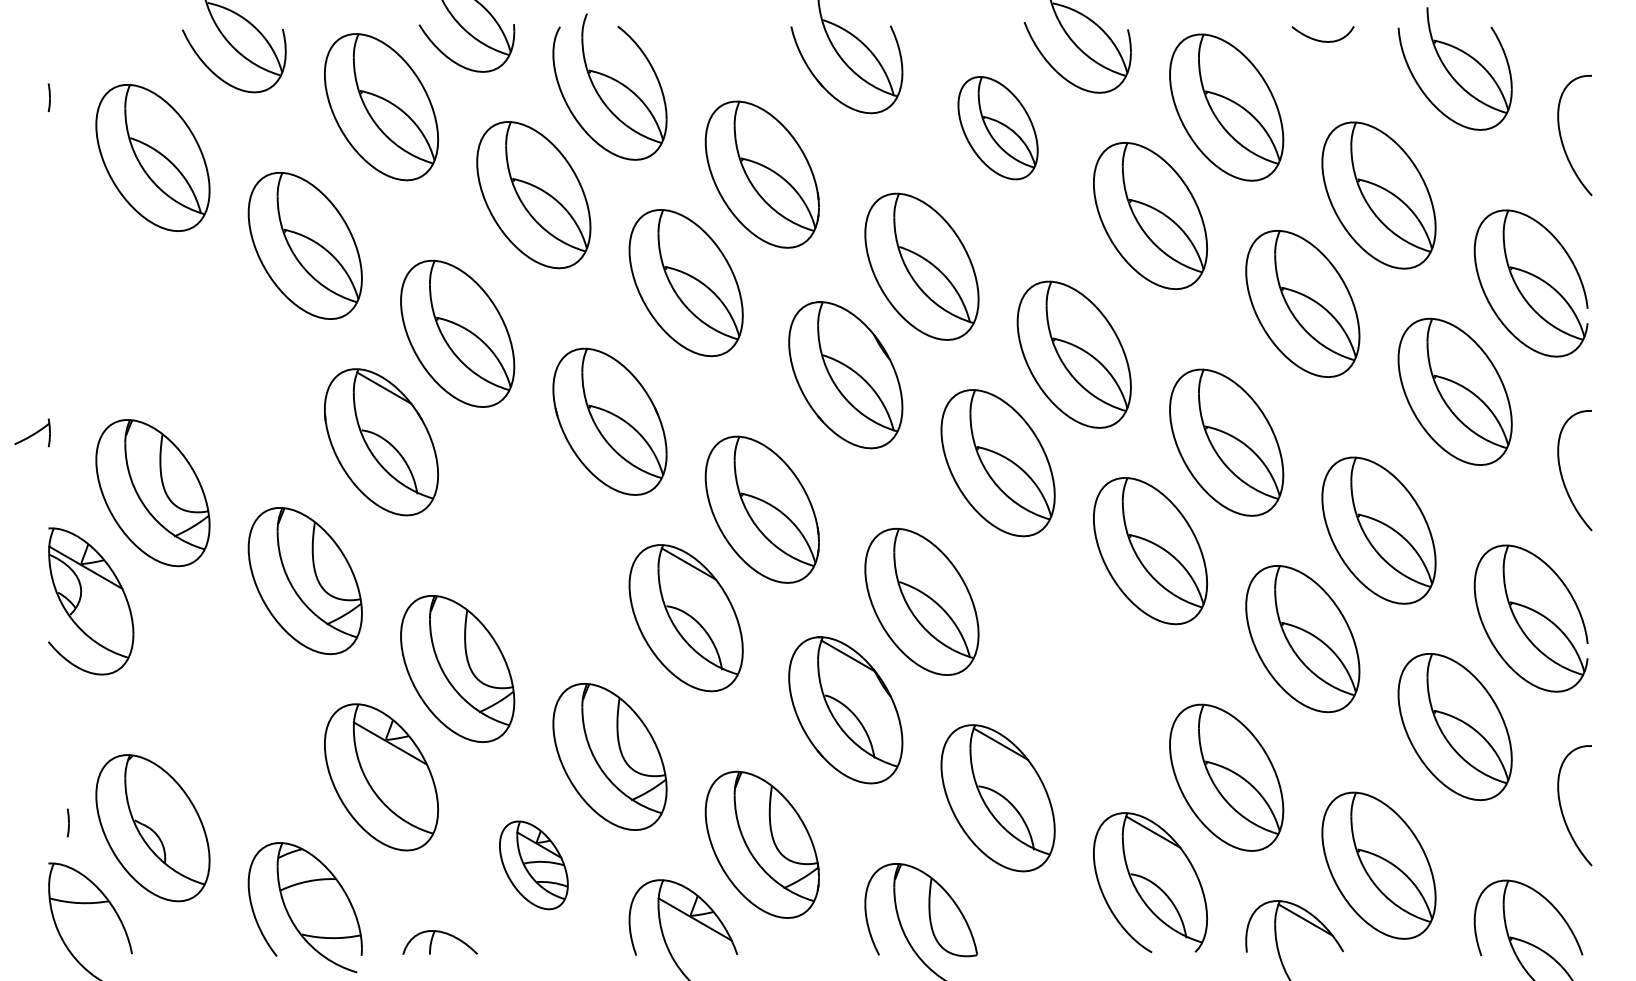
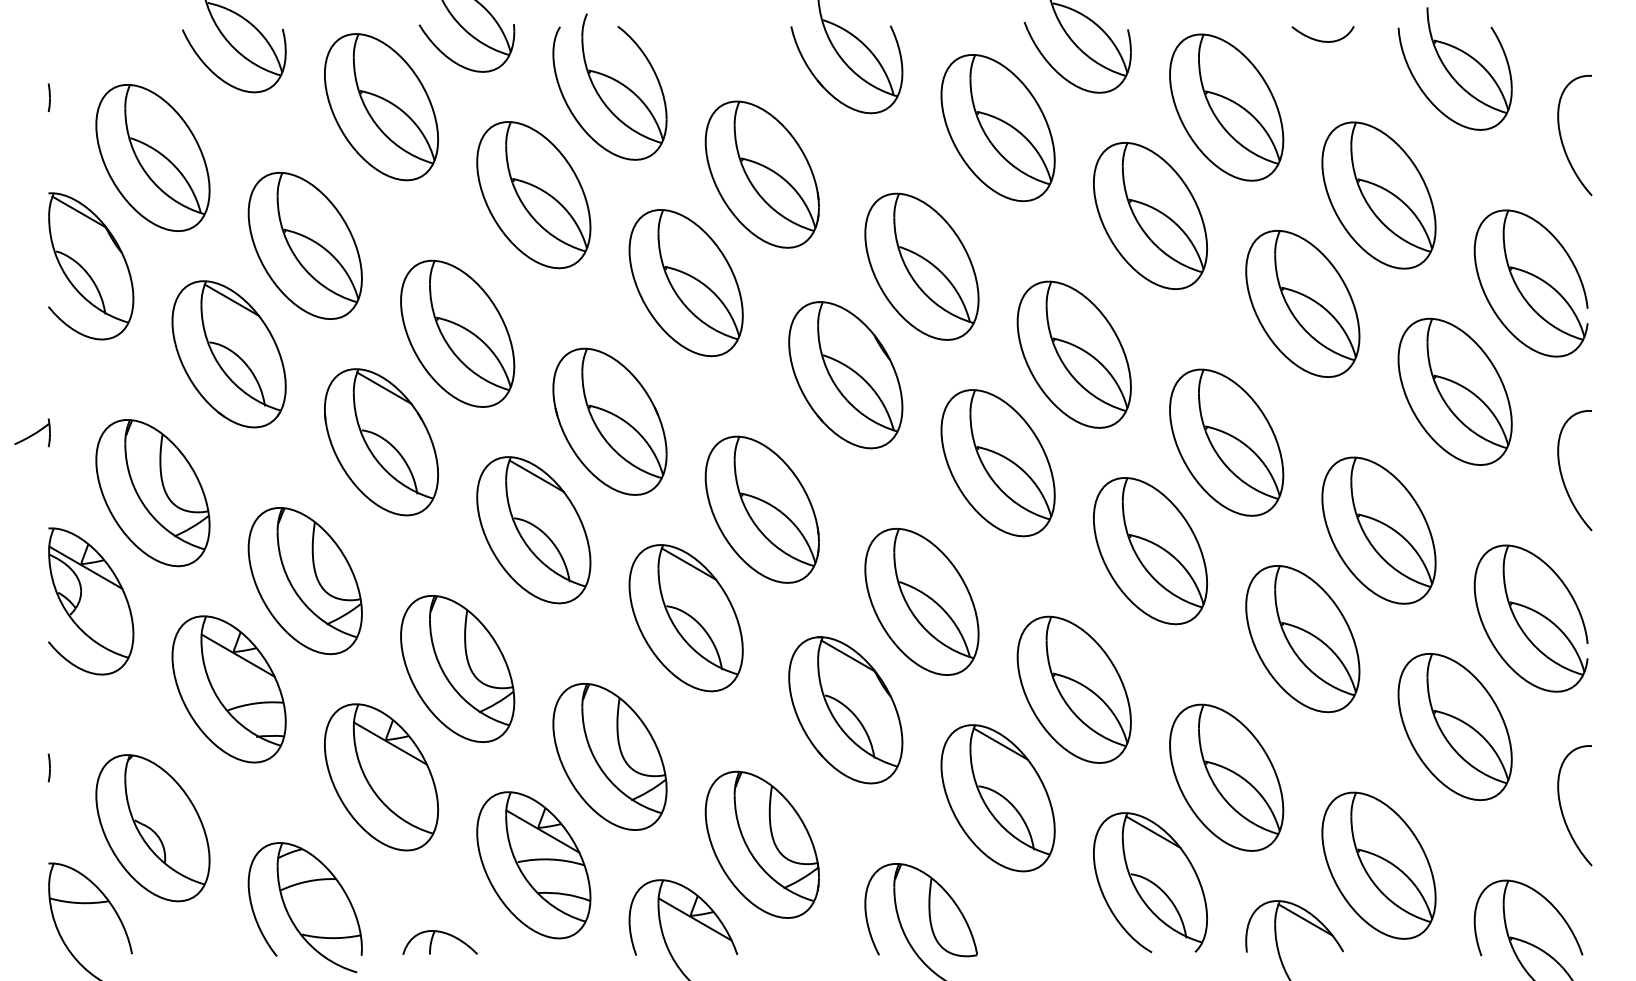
part at (997, 128) size: 82x105 px -> 116x149 px
part at (91, 266): none -> present
part at (228, 354): none -> present
part at (533, 530): none -> present
part at (228, 689): none -> present
part at (1073, 689): none -> present
line at (68, 822) position: (68, 822) -> (49, 767)
part at (533, 865) size: 70x91 px -> 116x149 px
